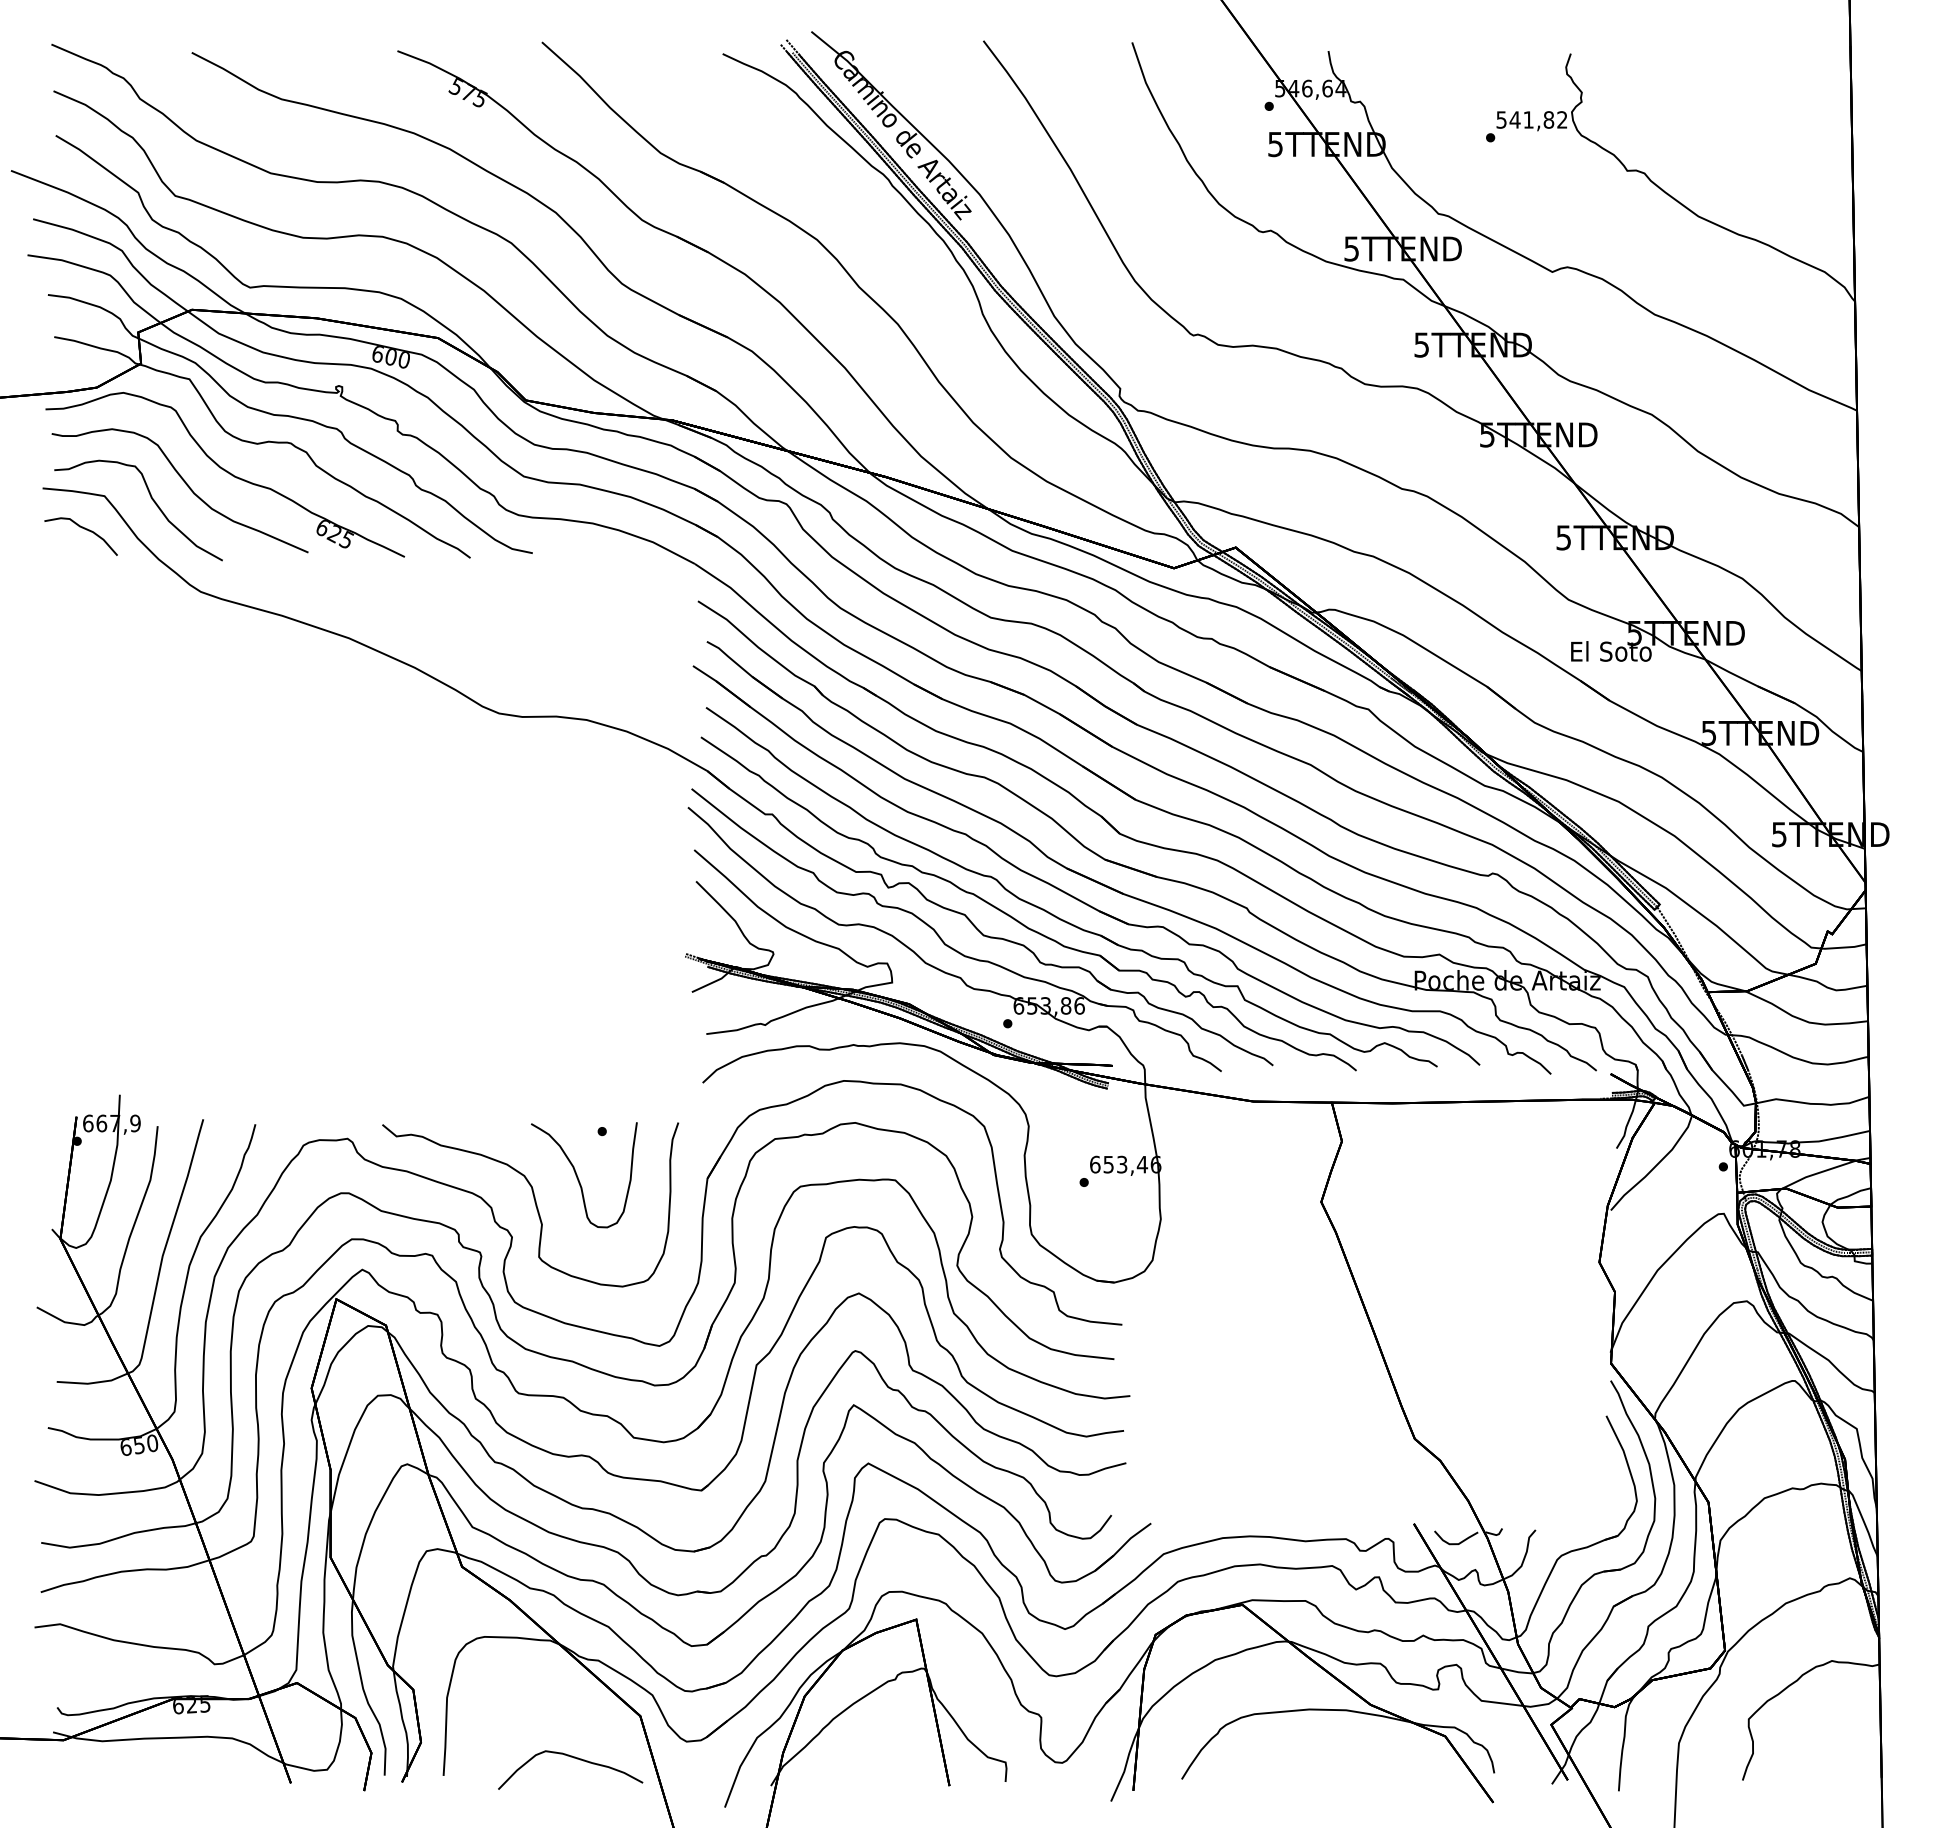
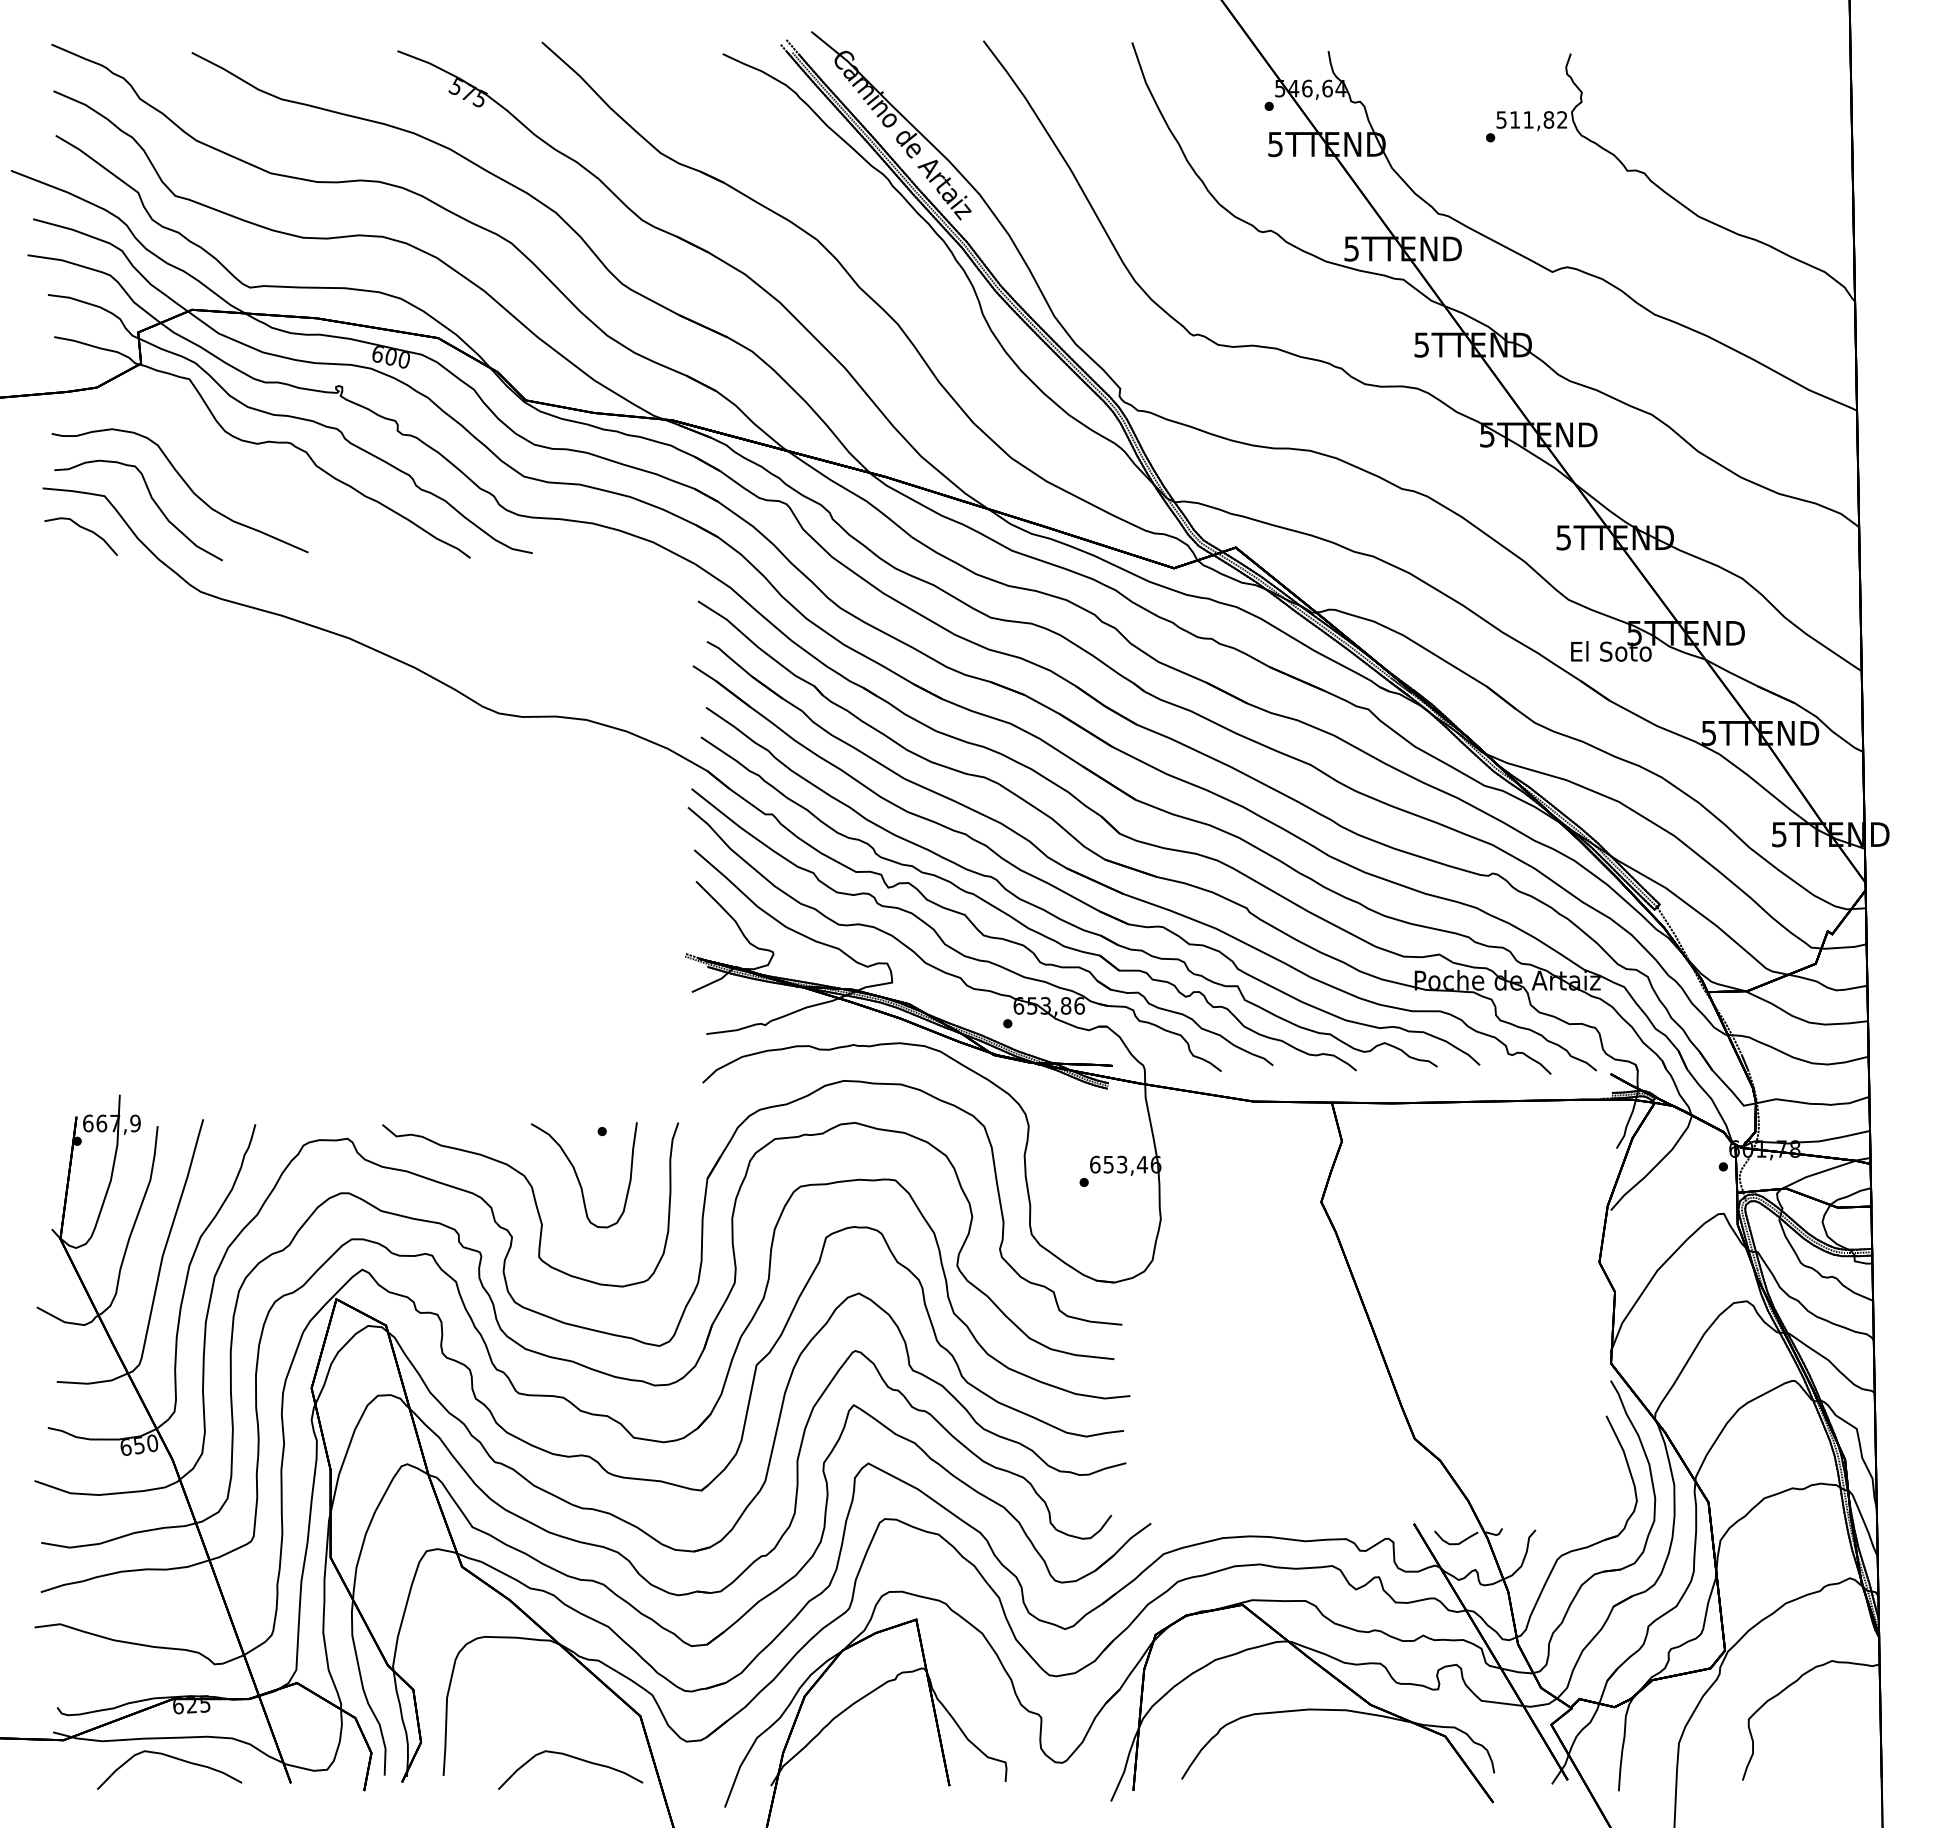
text at (1514, 119): 541,82 -> 511,82
part at (224, 474): present -> none
part at (172, 1758): none -> present
